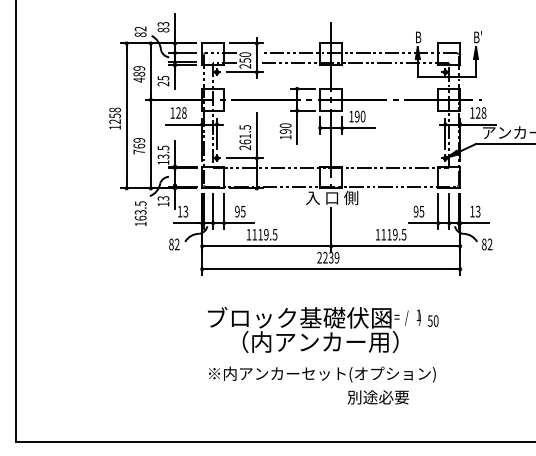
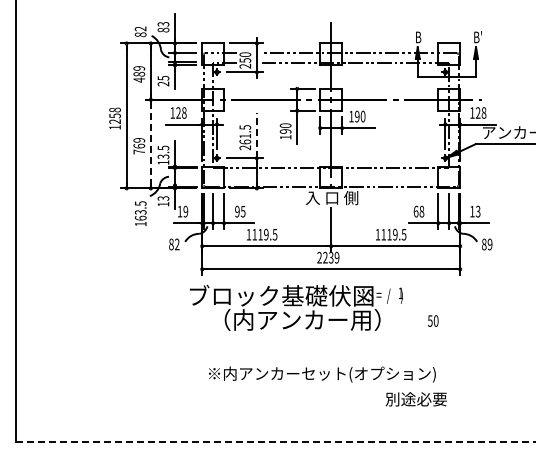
line at (256, 135): solid -> dashed
line at (150, 143): solid -> dashed
text at (185, 211): 13 -> 19
text at (418, 211): 95 -> 68
text at (489, 244): 82 -> 89
text at (314, 329) position: (314, 329) -> (296, 307)
text at (377, 397) position: (377, 397) -> (415, 399)
line at (276, 442): solid -> dashed
